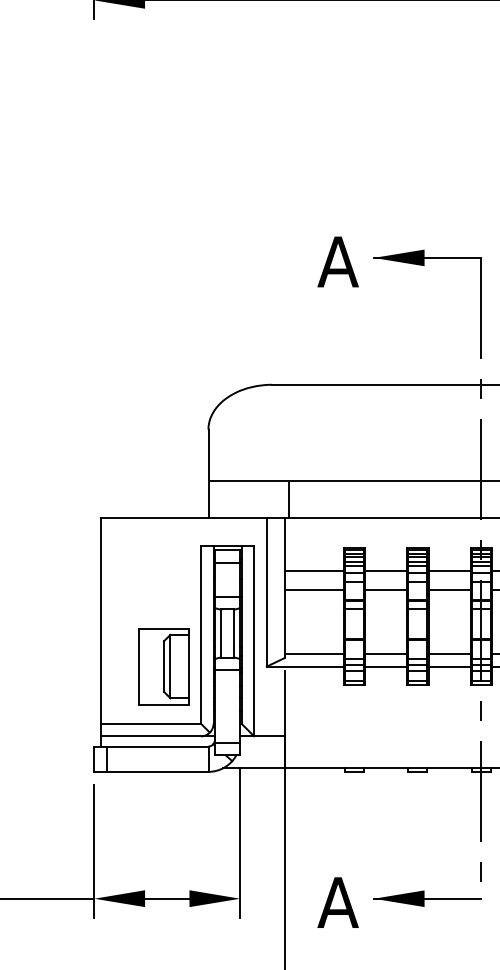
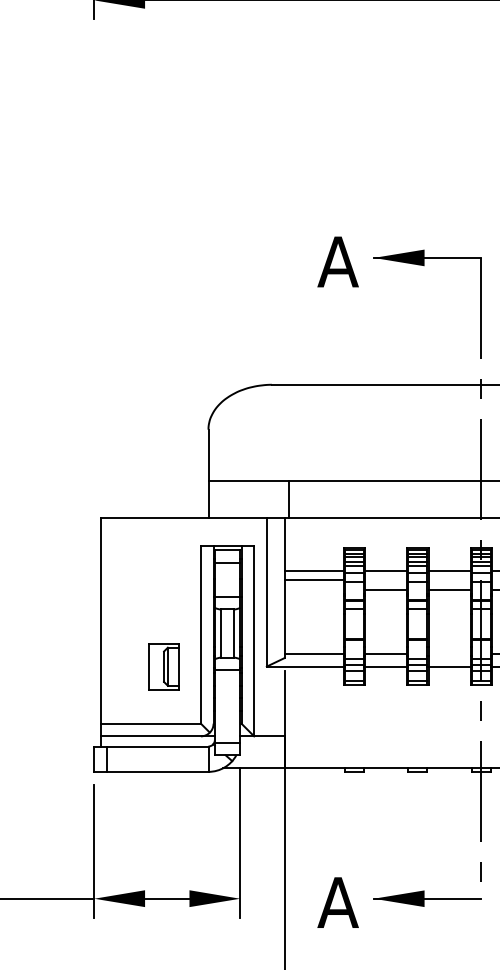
line at (313, 590) position: (313, 590) -> (313, 580)
line at (449, 653): present -> none
part at (163, 666) size: 52x78 px -> 32x48 px
